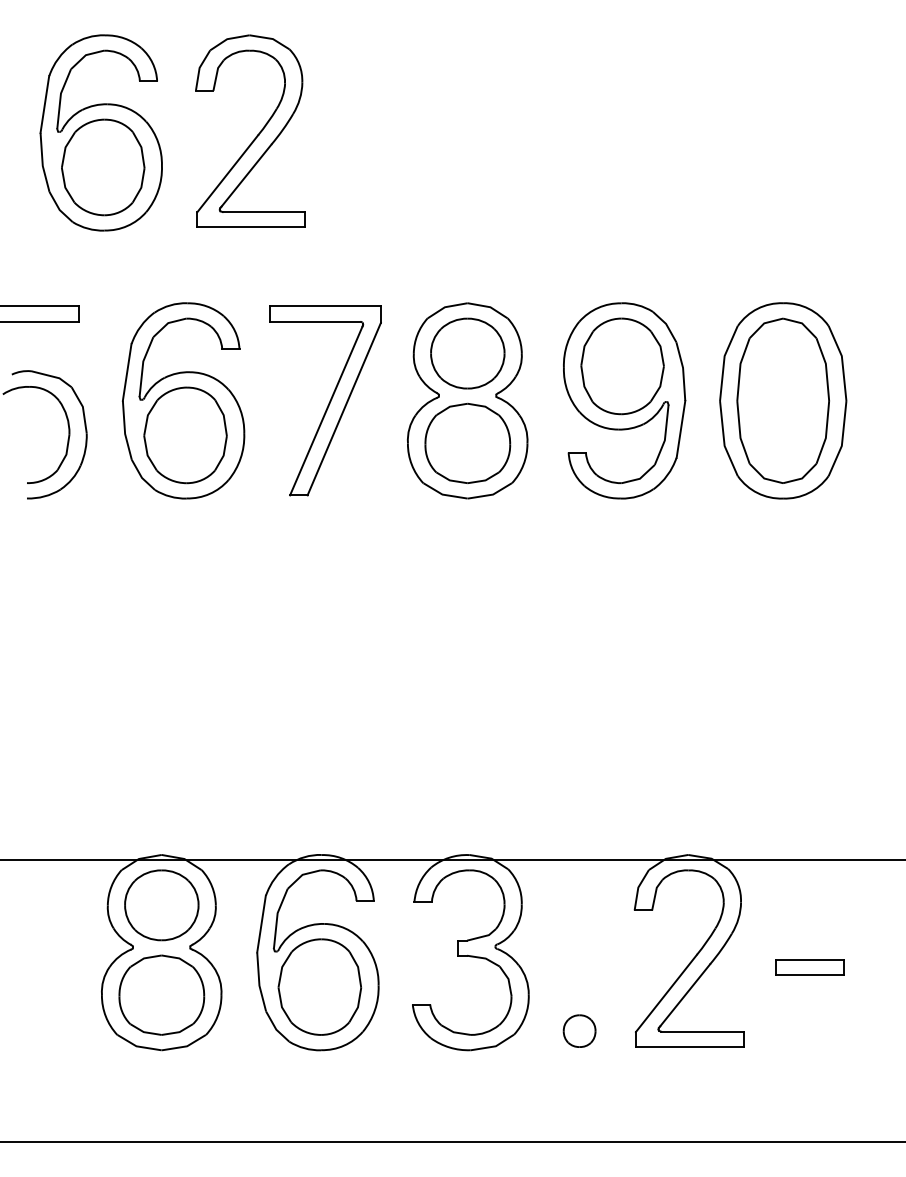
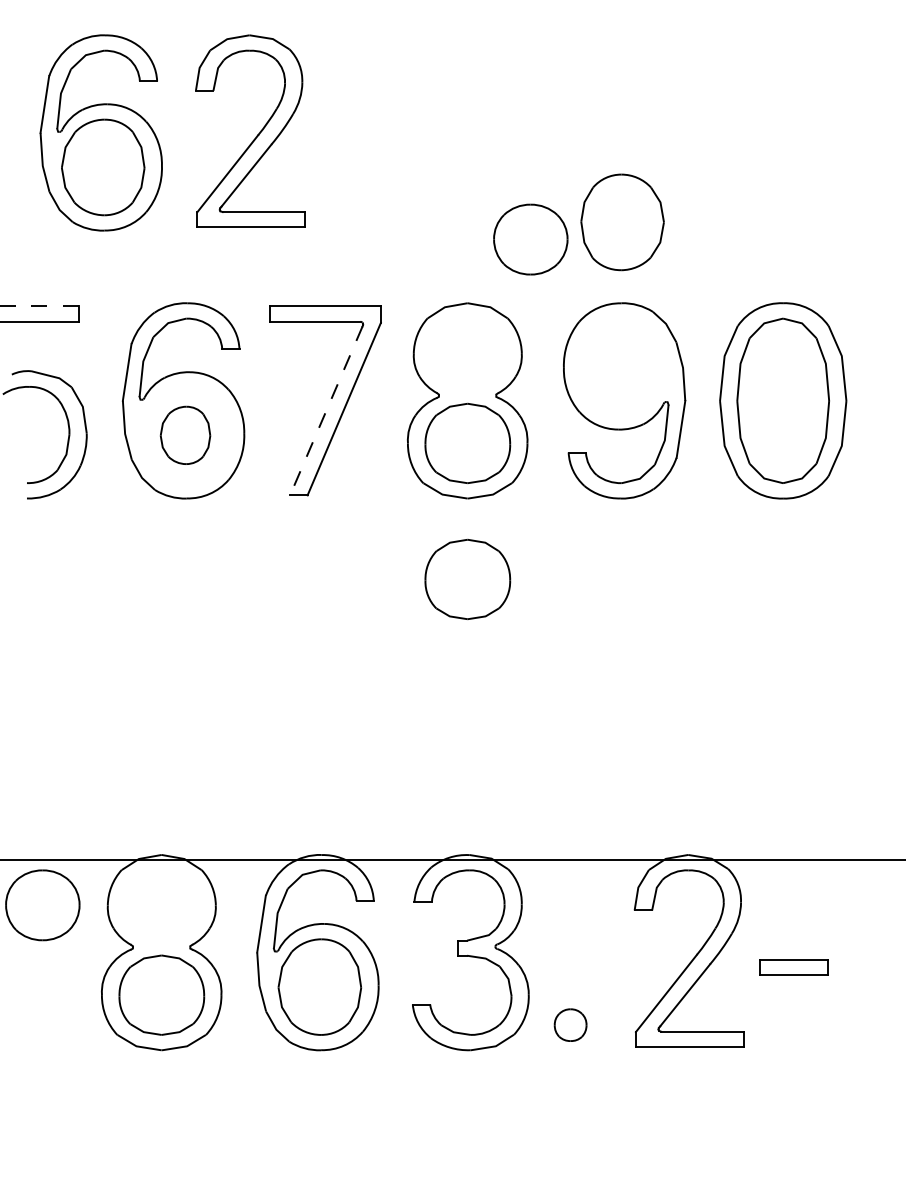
line at (39, 306): solid -> dashed
part at (467, 353) position: (467, 353) -> (530, 239)
part at (622, 366) position: (622, 366) -> (622, 222)
line at (326, 410): solid -> dashed
part at (185, 435) size: 85x99 px -> 53x60 px
part at (467, 578): none -> present
part at (161, 905) position: (161, 905) -> (42, 905)
part at (809, 967) position: (809, 967) -> (793, 967)
part at (579, 1030) position: (579, 1030) -> (570, 1024)
line at (452, 1141): present -> none
